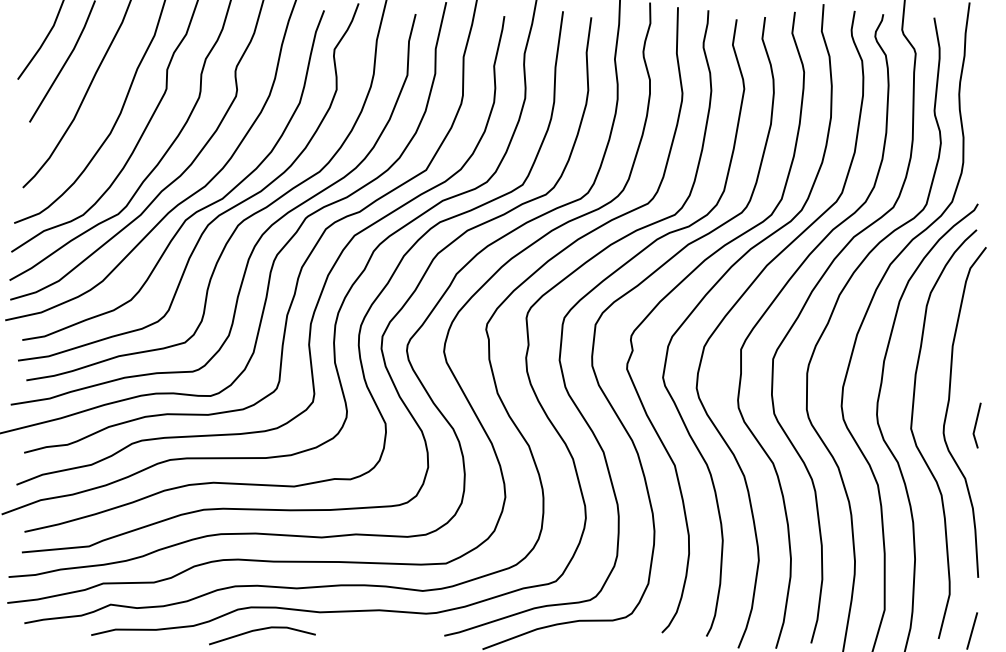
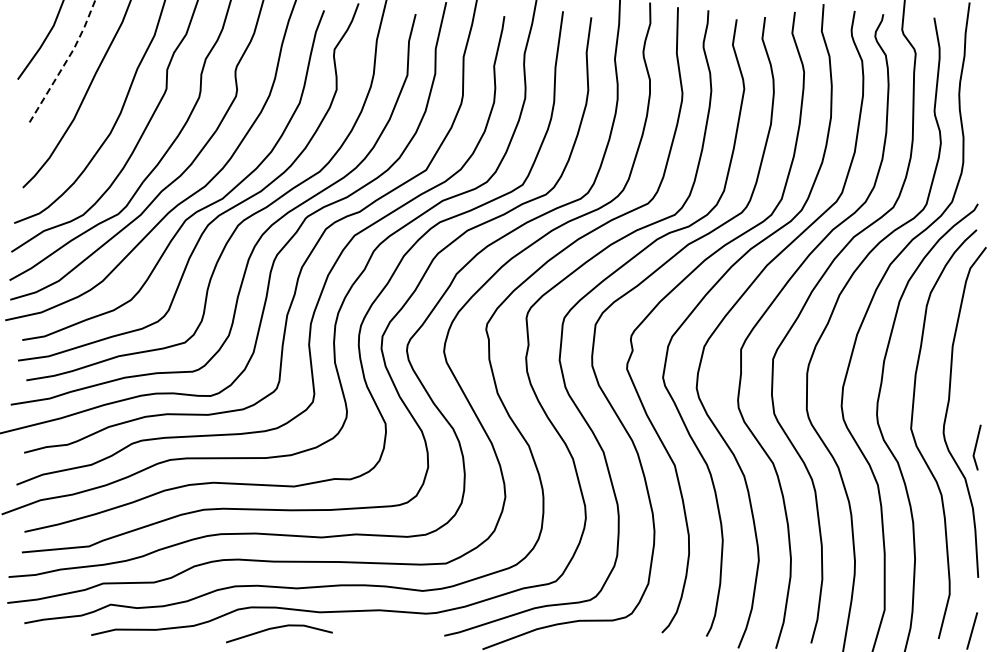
line at (66, 61): solid -> dashed
line at (976, 425) position: (976, 425) -> (976, 447)
line at (261, 630) position: (261, 630) -> (278, 628)
